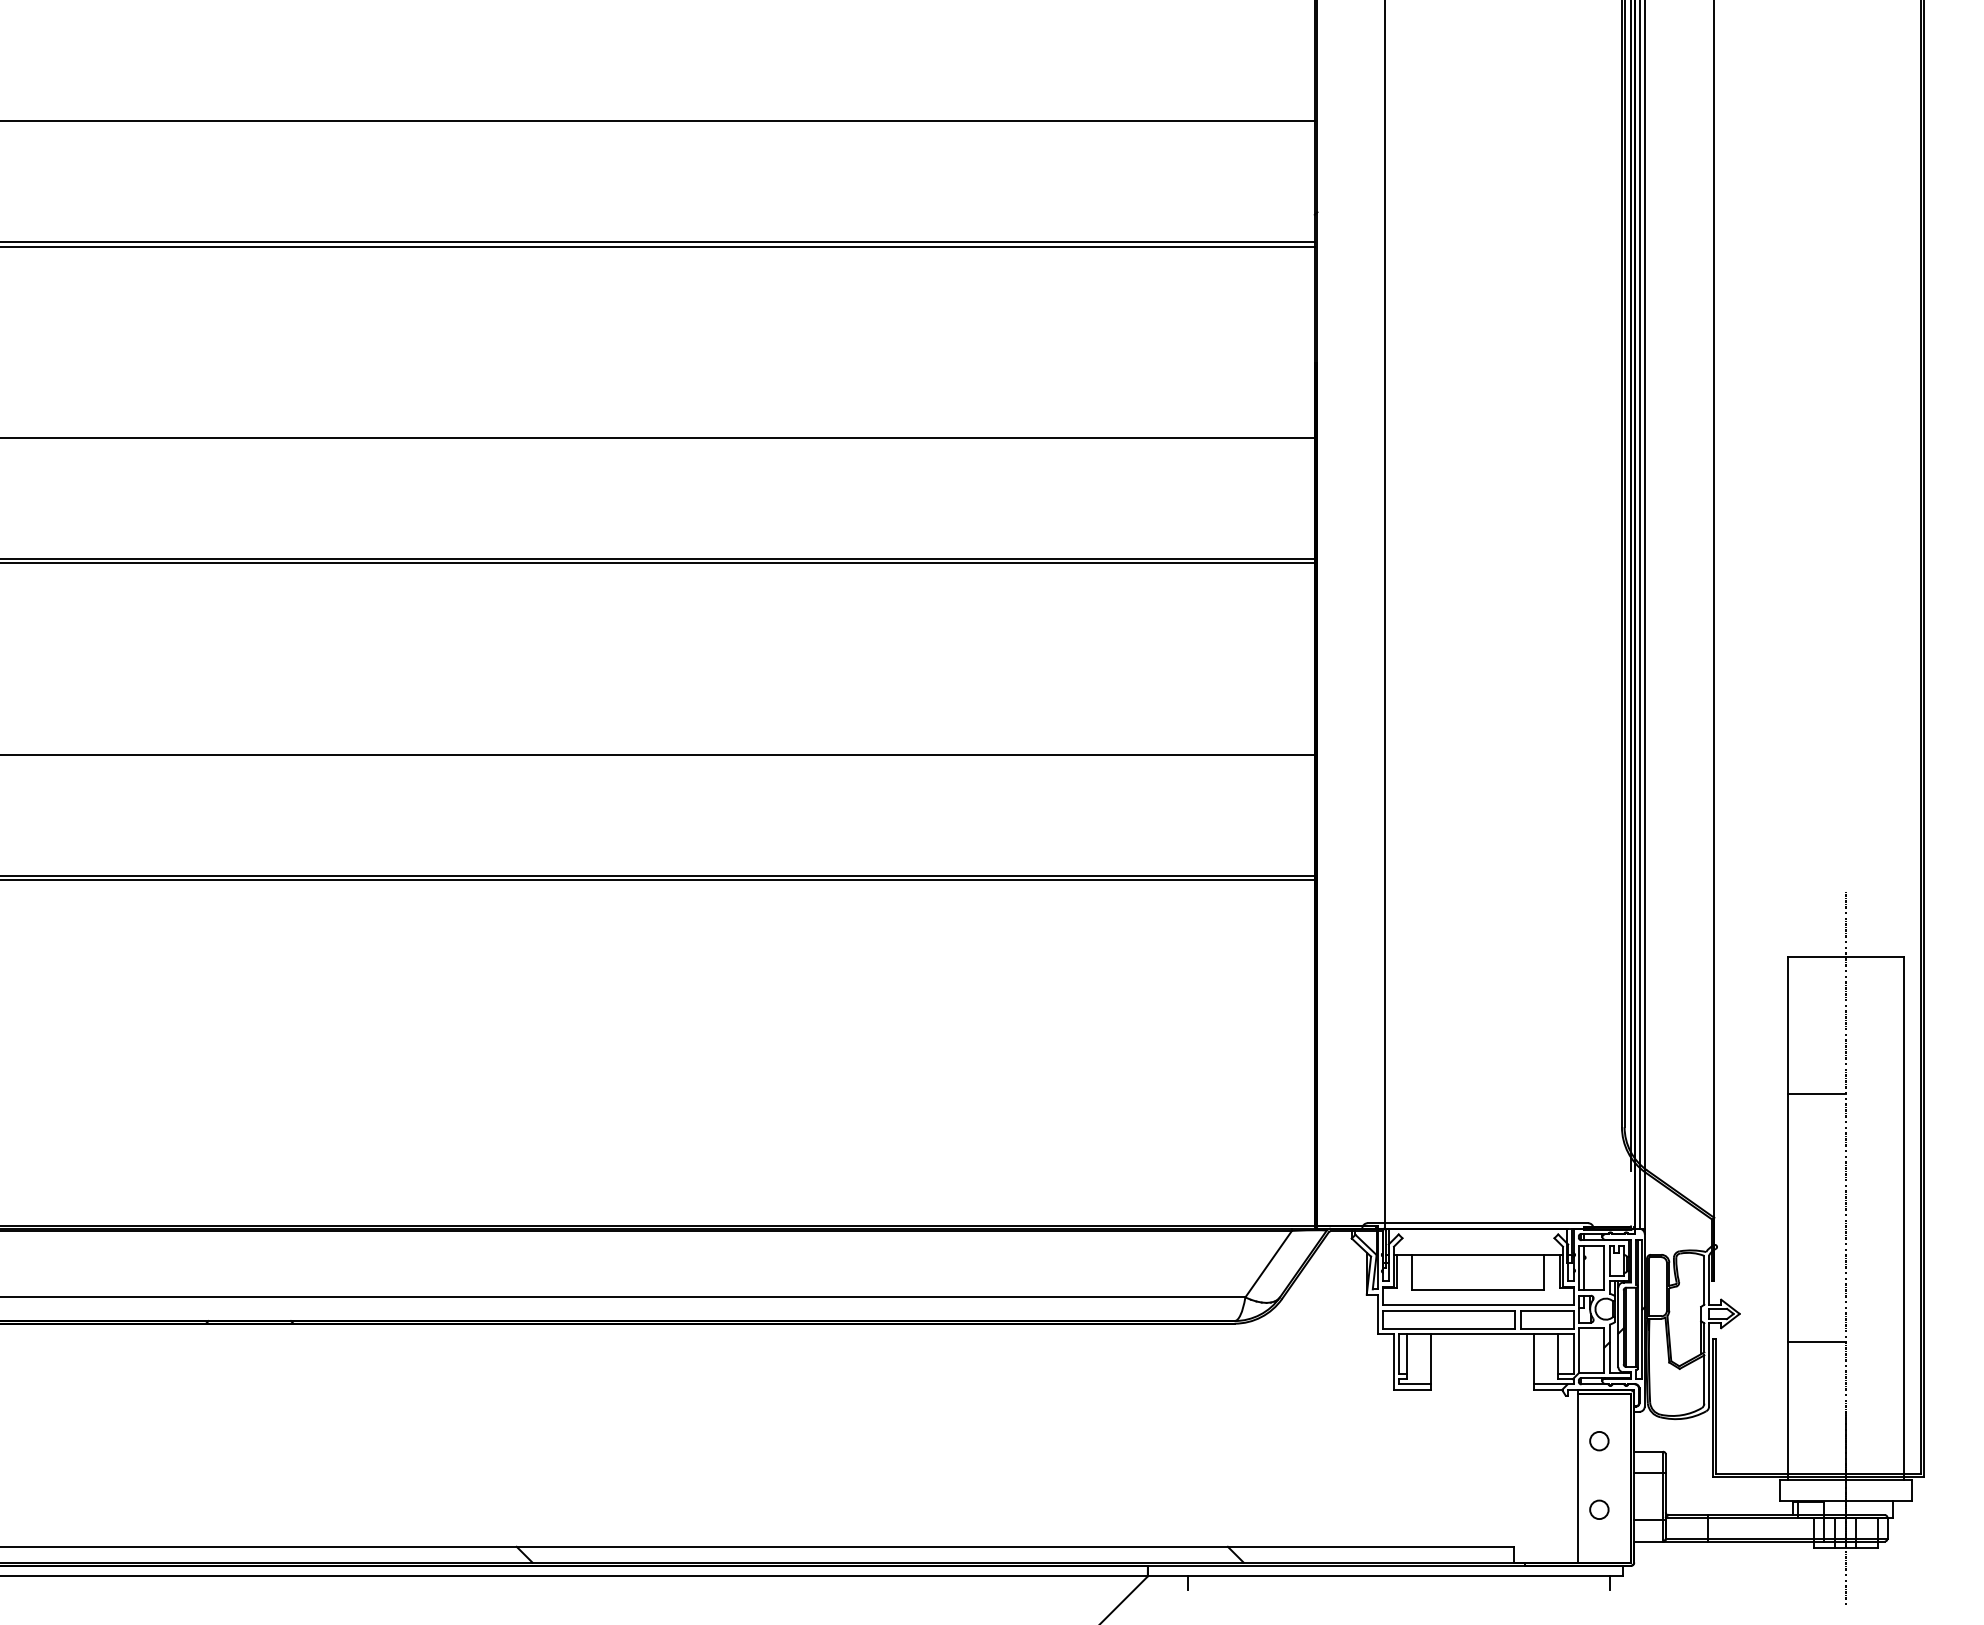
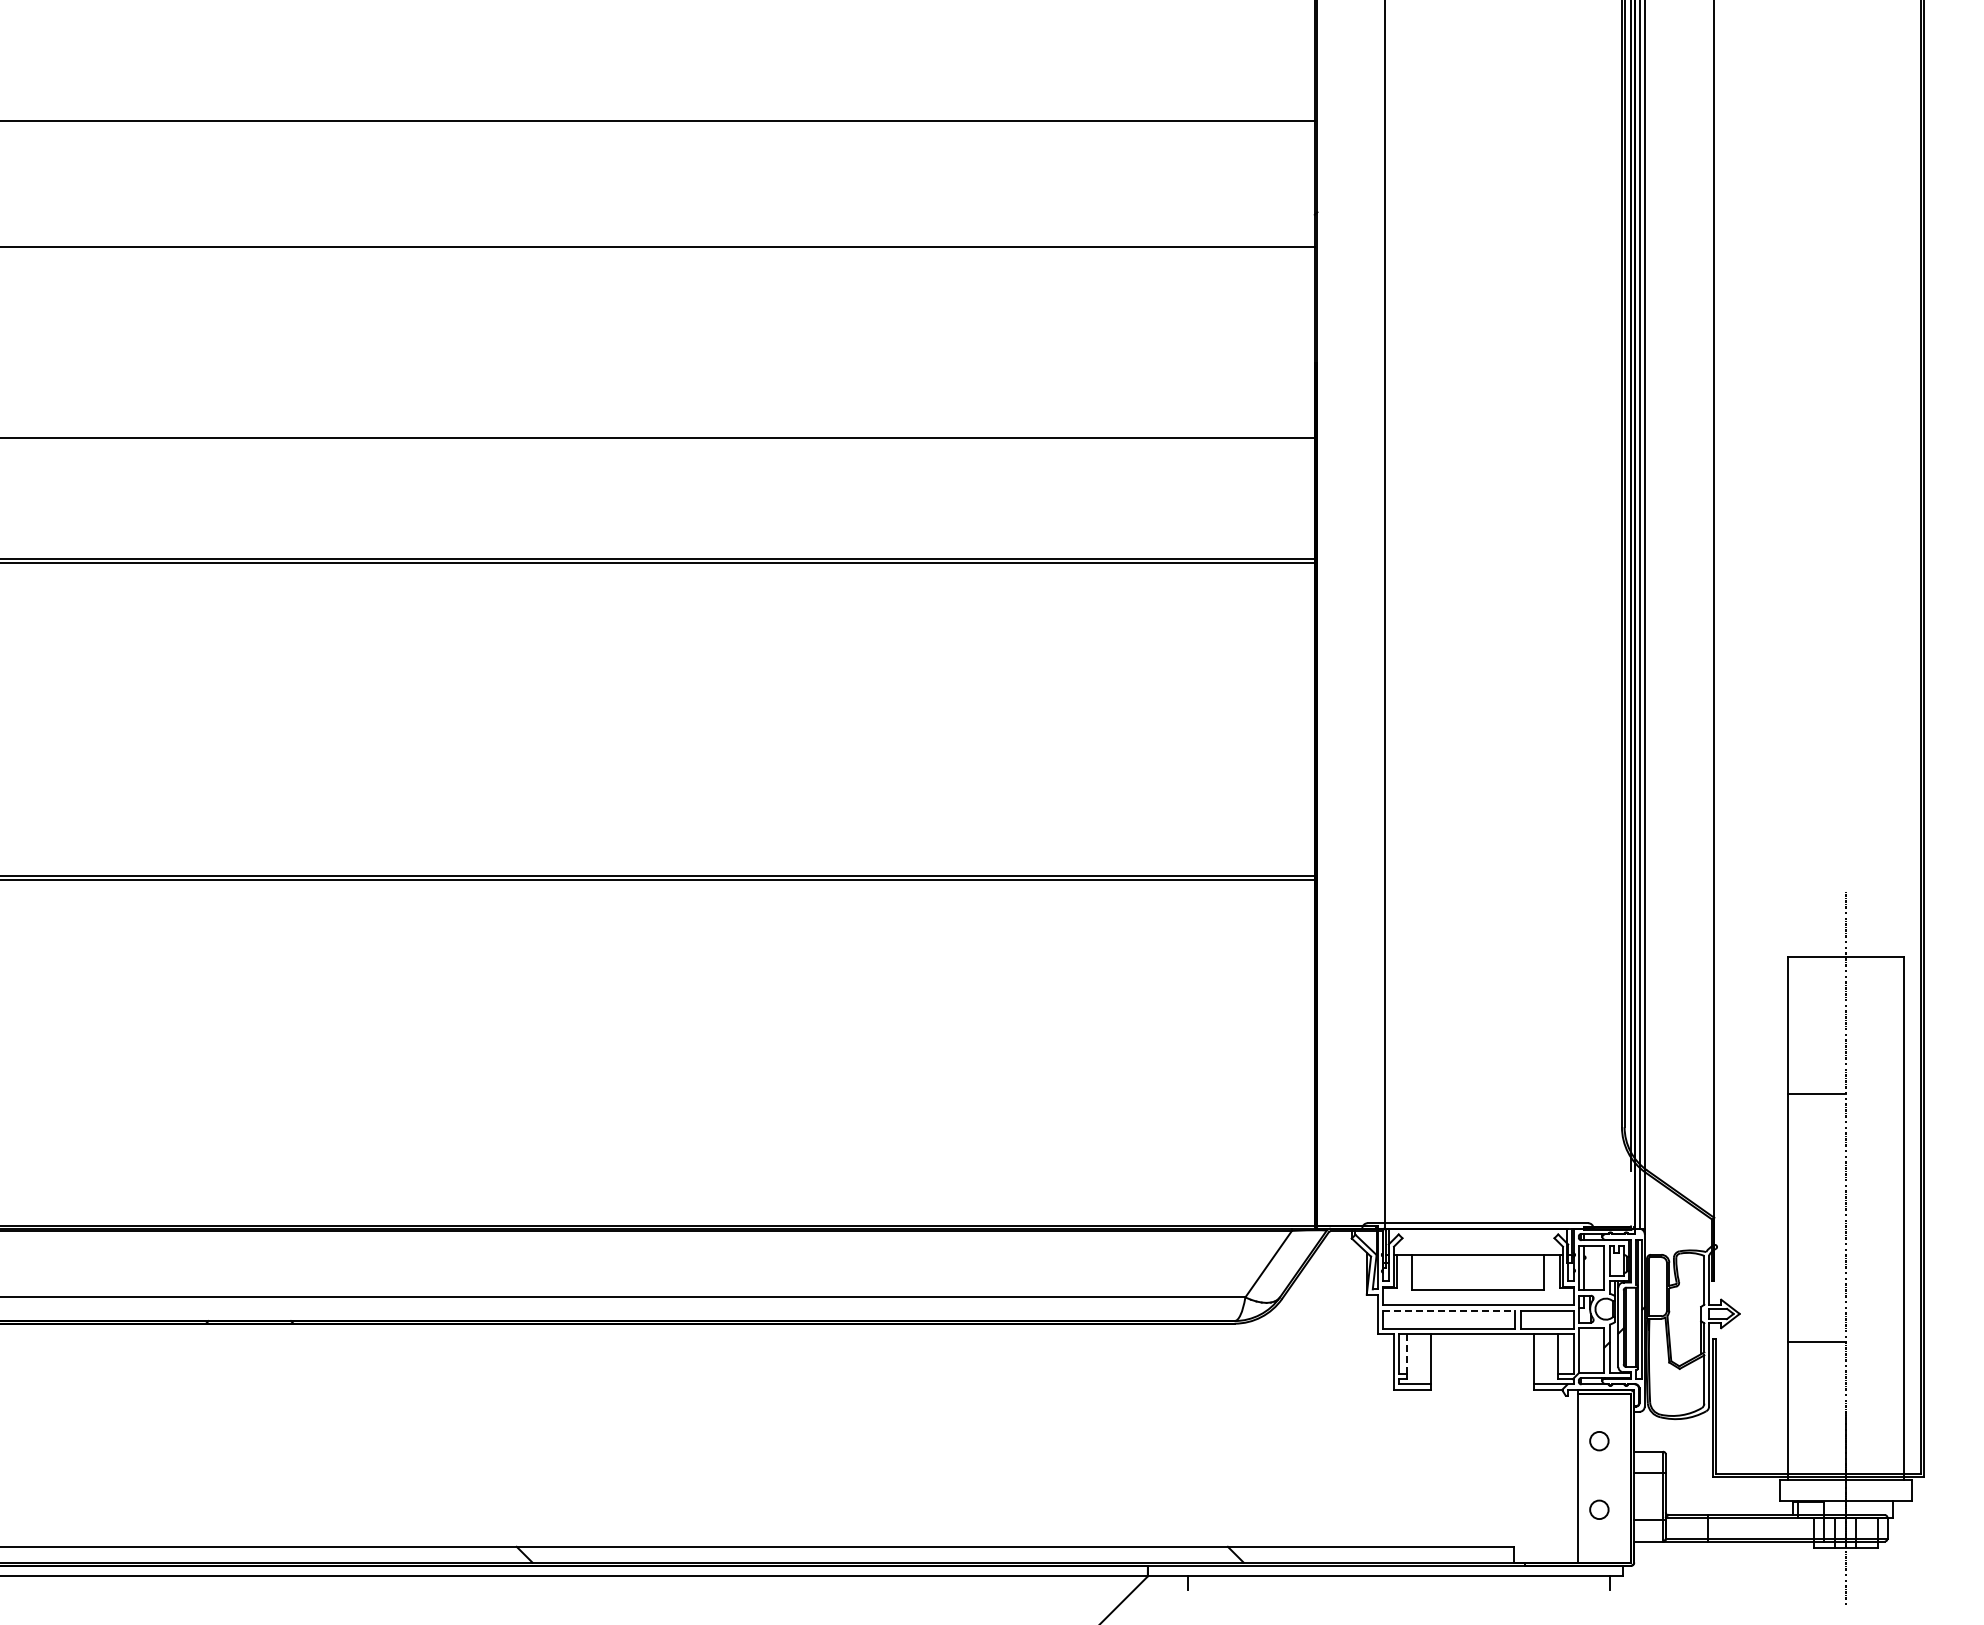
line at (658, 242): present -> none
line at (658, 754): present -> none
line at (1449, 1310): solid -> dashed
line at (1407, 1354): solid -> dashed
